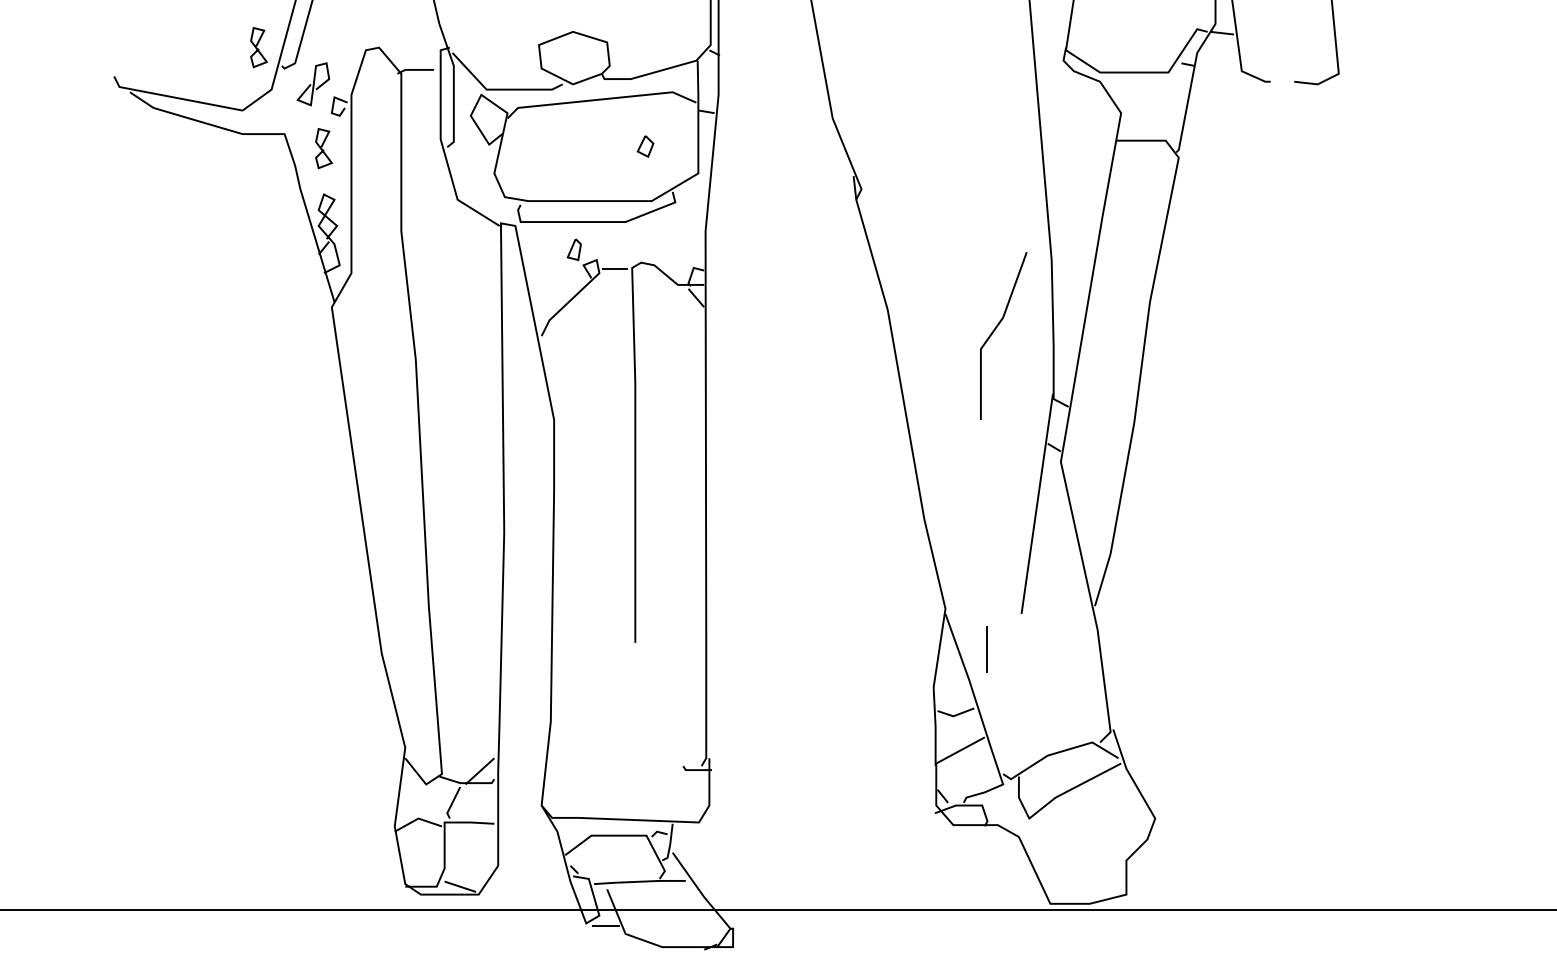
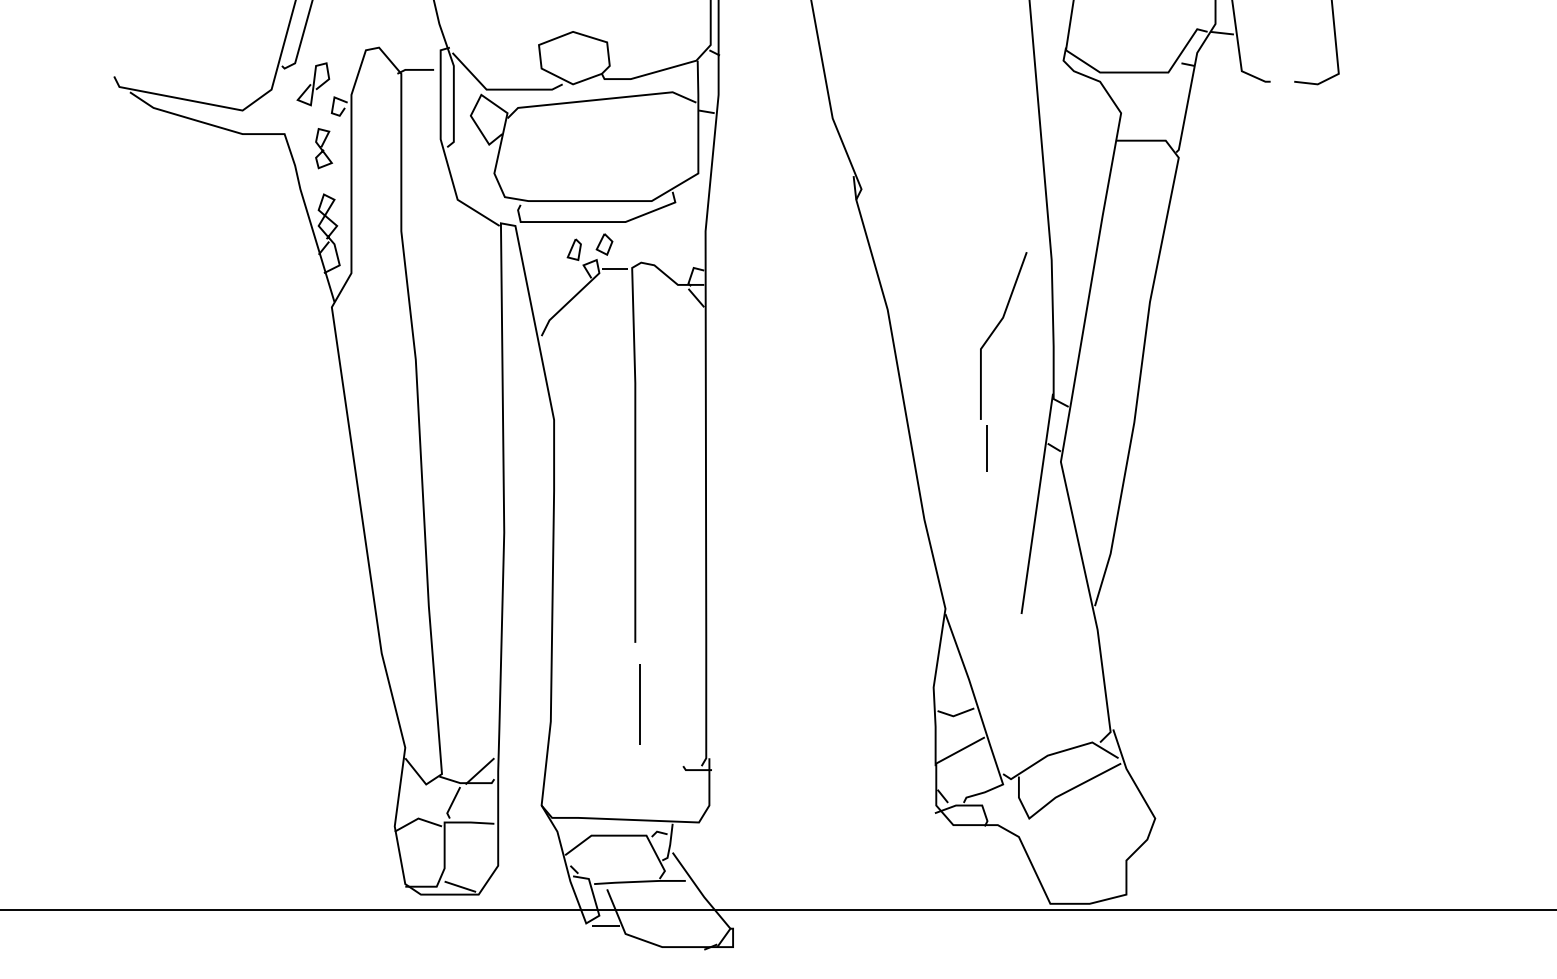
curve at (258, 48): present -> none
part at (645, 146) position: (645, 146) -> (604, 244)
line at (986, 649) position: (986, 649) -> (986, 448)
line at (639, 704): none -> present
